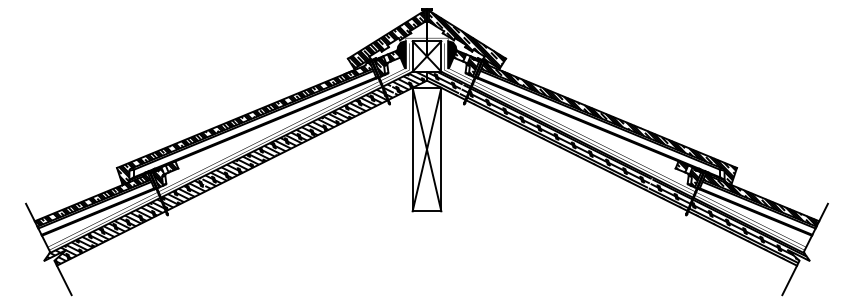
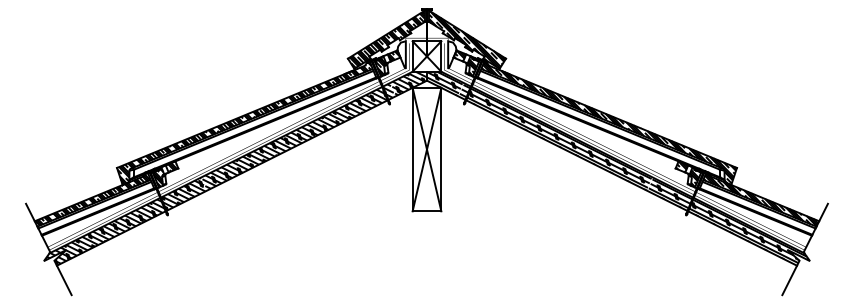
fill at (401, 54): present -> none
fill at (452, 54): present -> none
